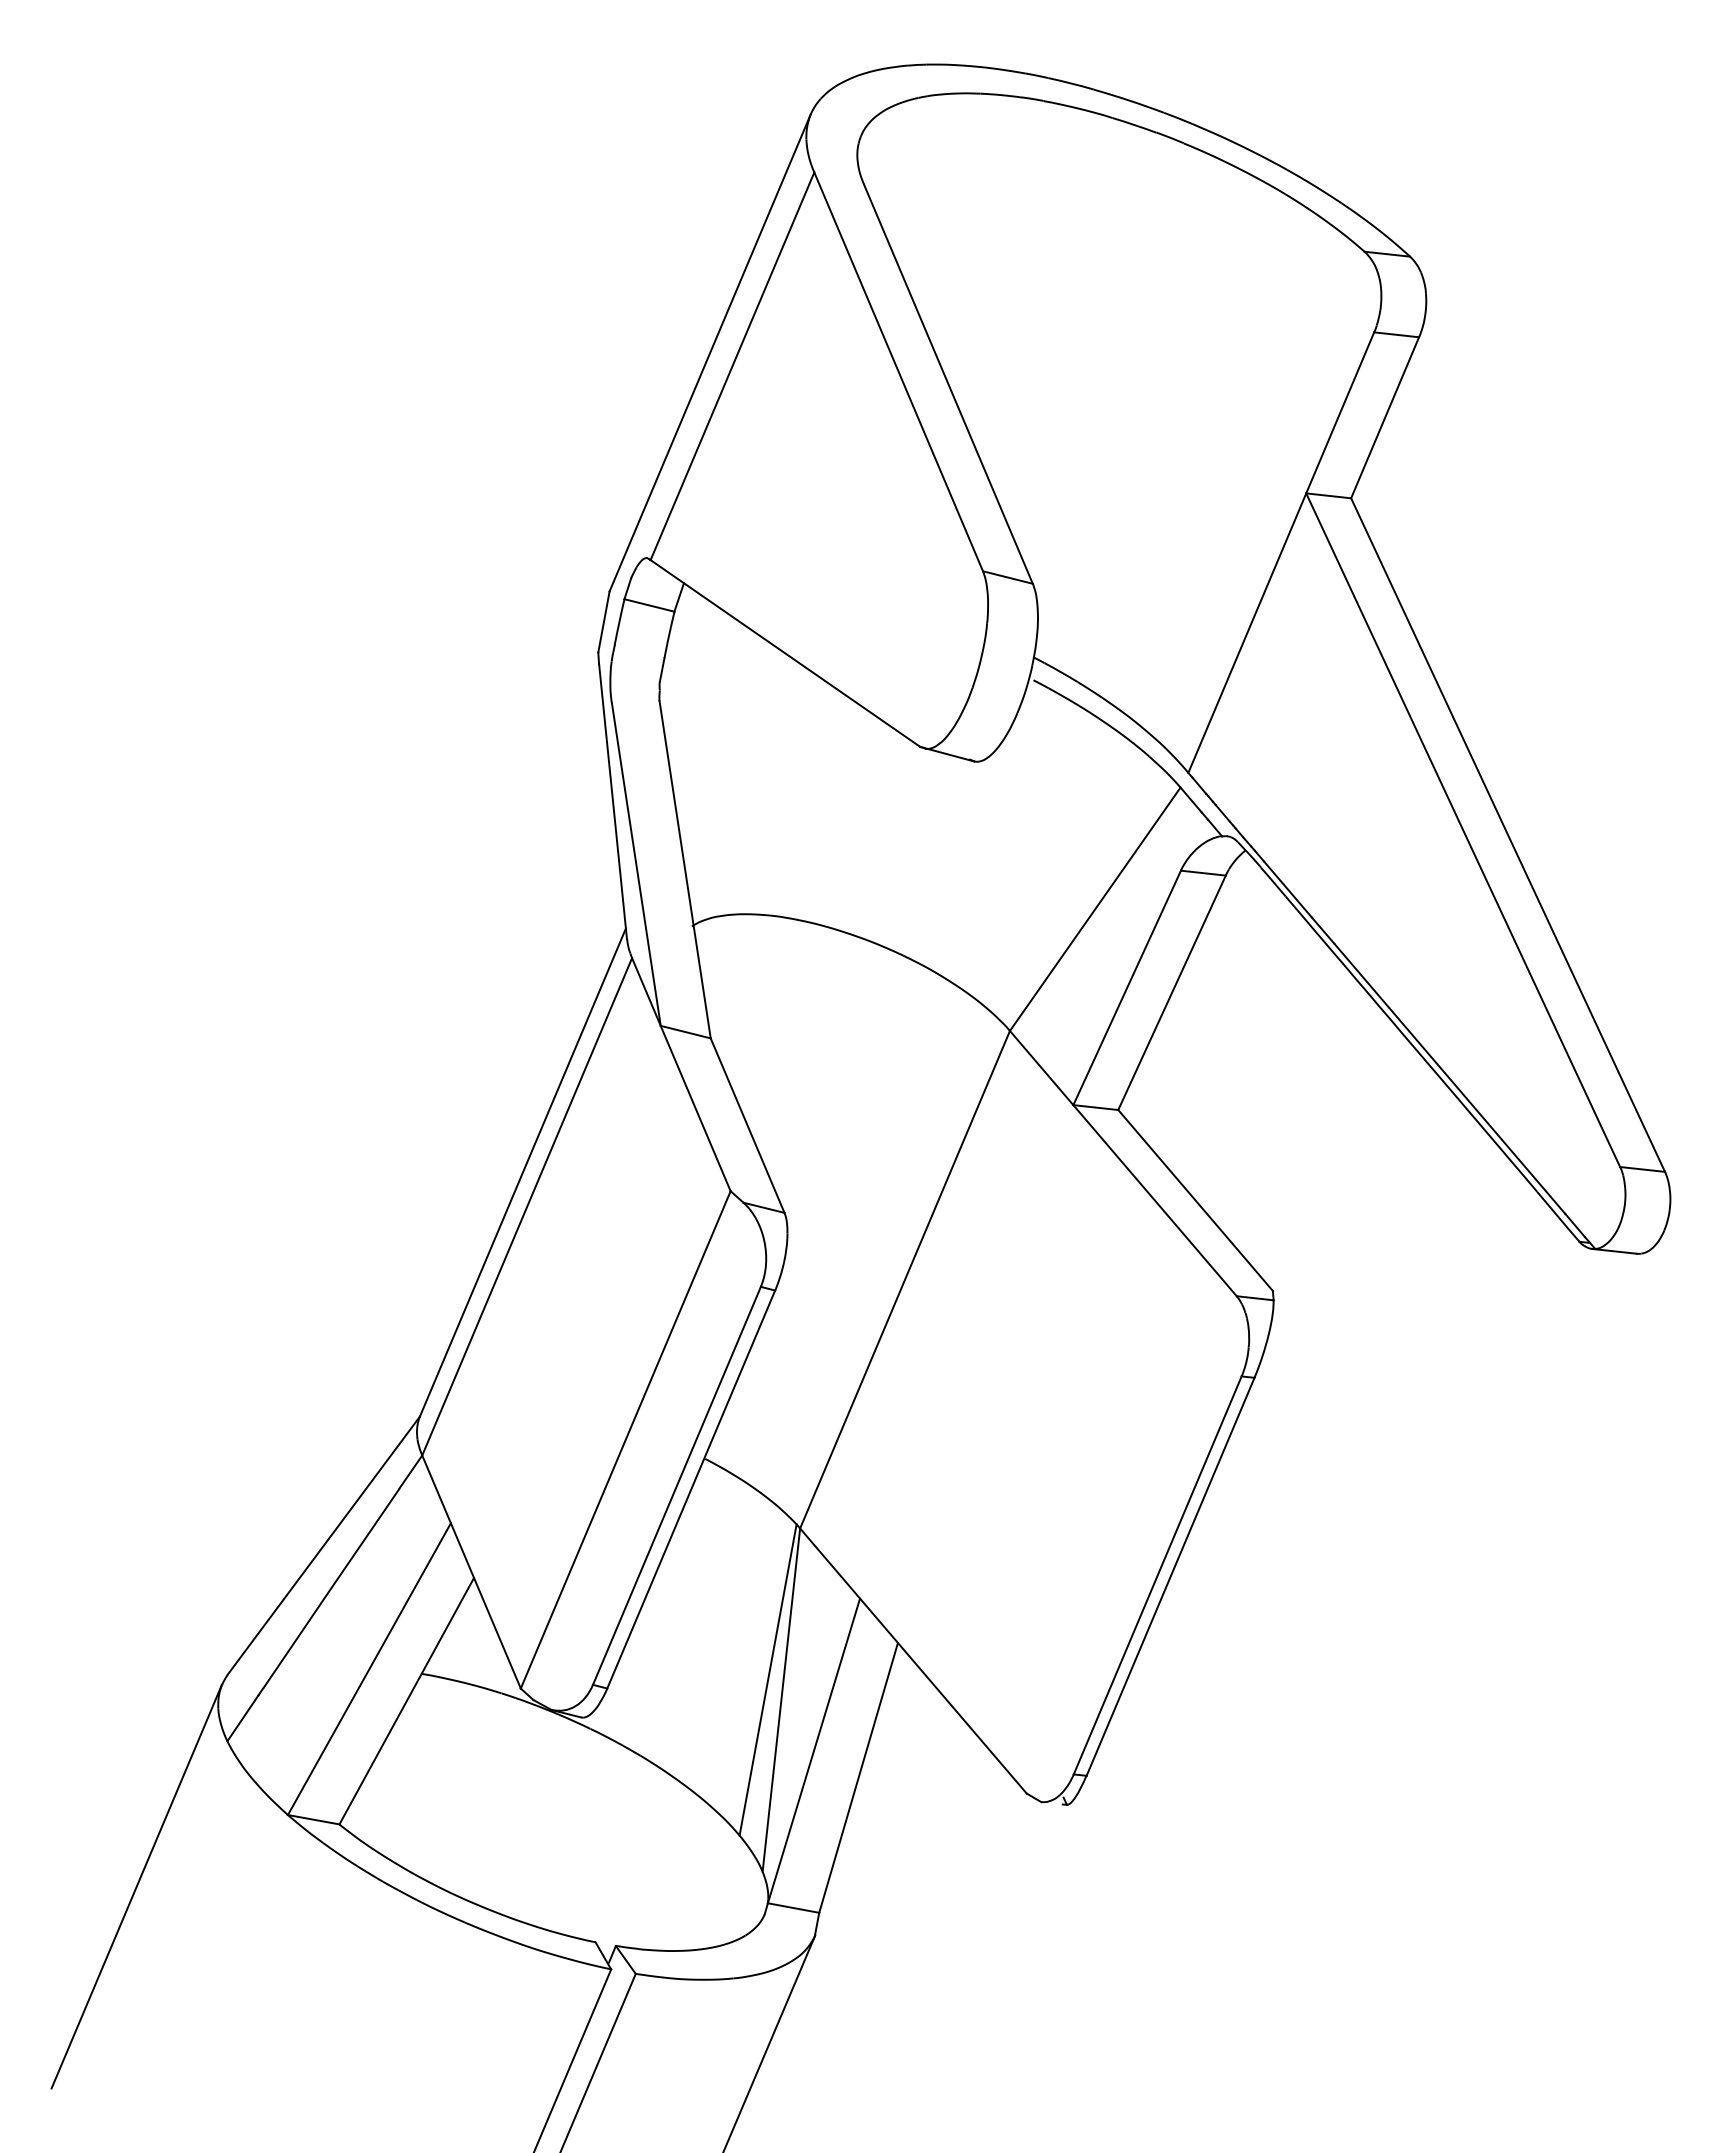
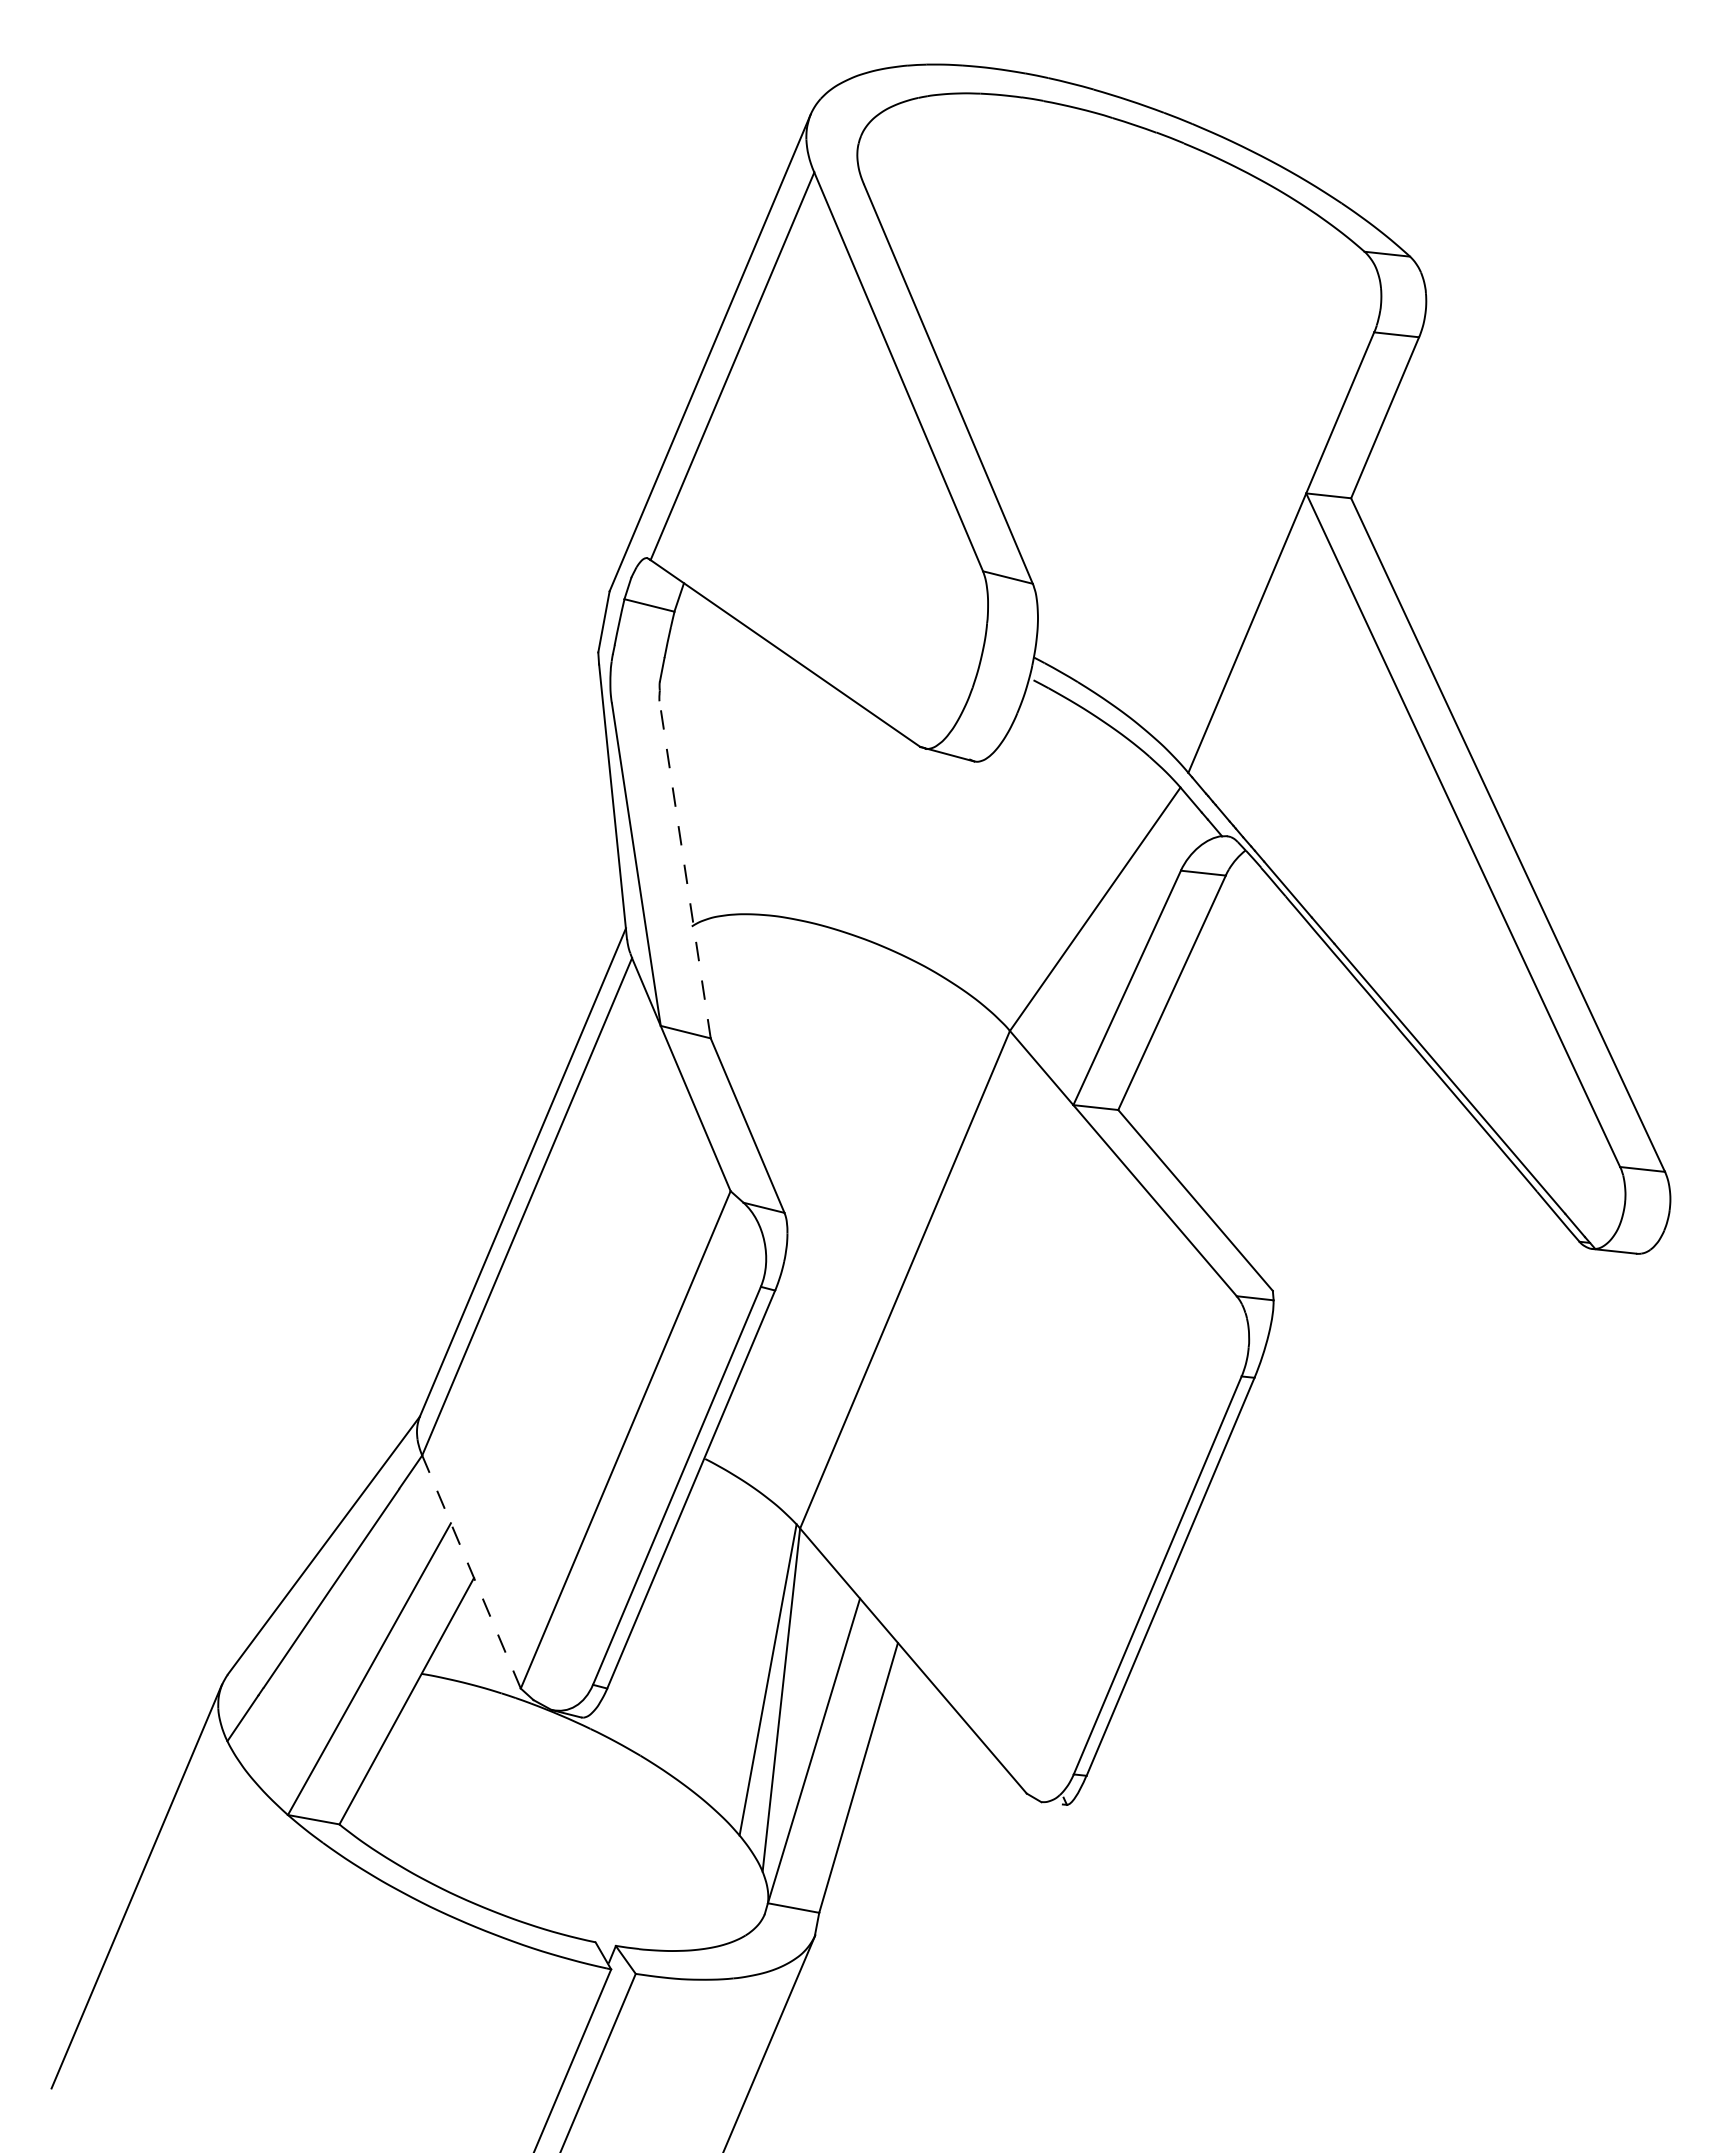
line at (685, 869): solid -> dashed
line at (471, 1572): solid -> dashed
